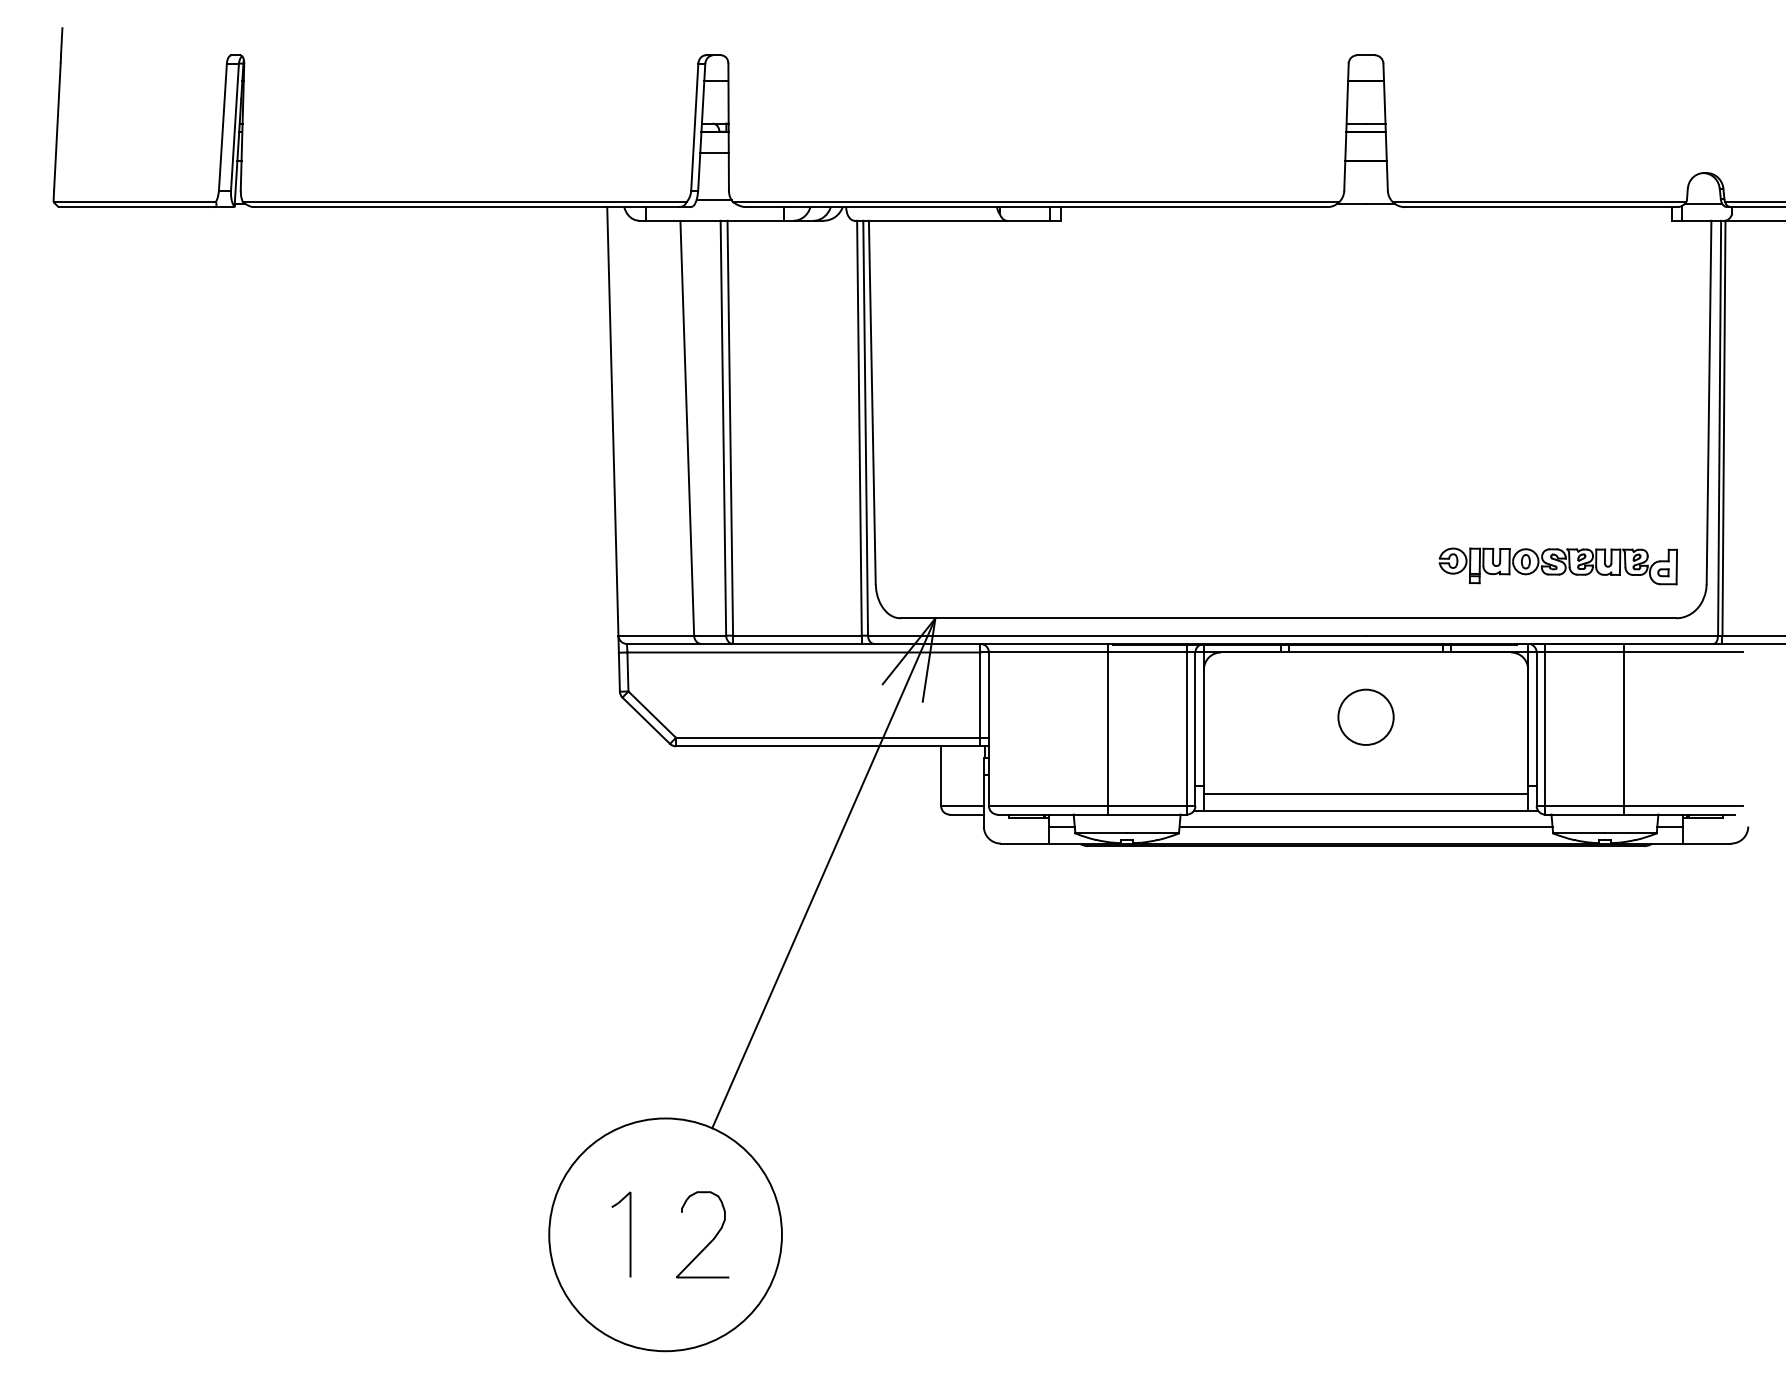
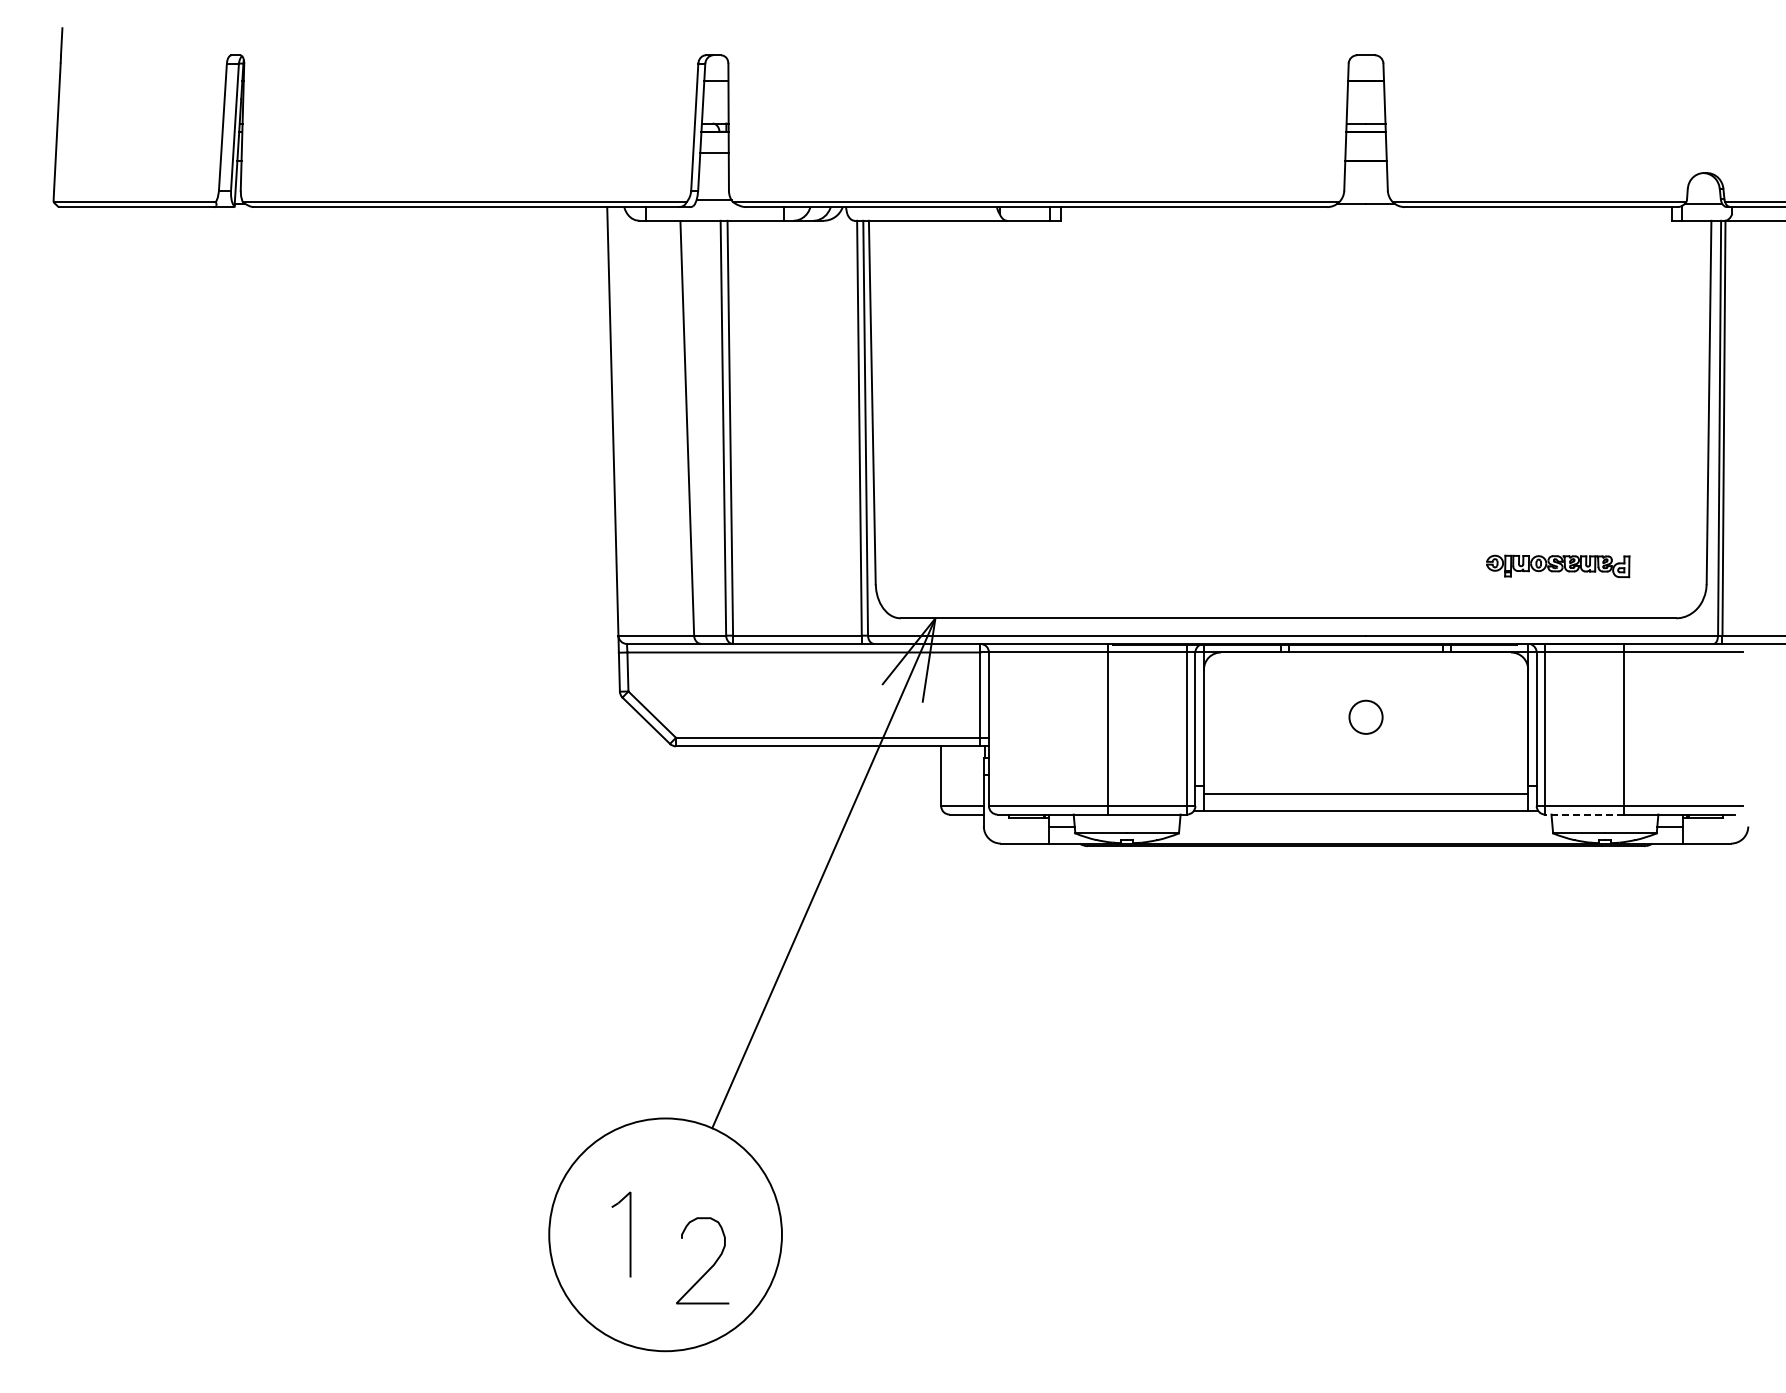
part at (1557, 566) size: 240x39 px -> 145x25 px
circle at (1365, 716) diameter: 55 px -> 33 px
line at (1583, 814): solid -> dashed
line at (1365, 826): present -> none
curve at (710, 1241) position: (710, 1241) -> (710, 1267)
